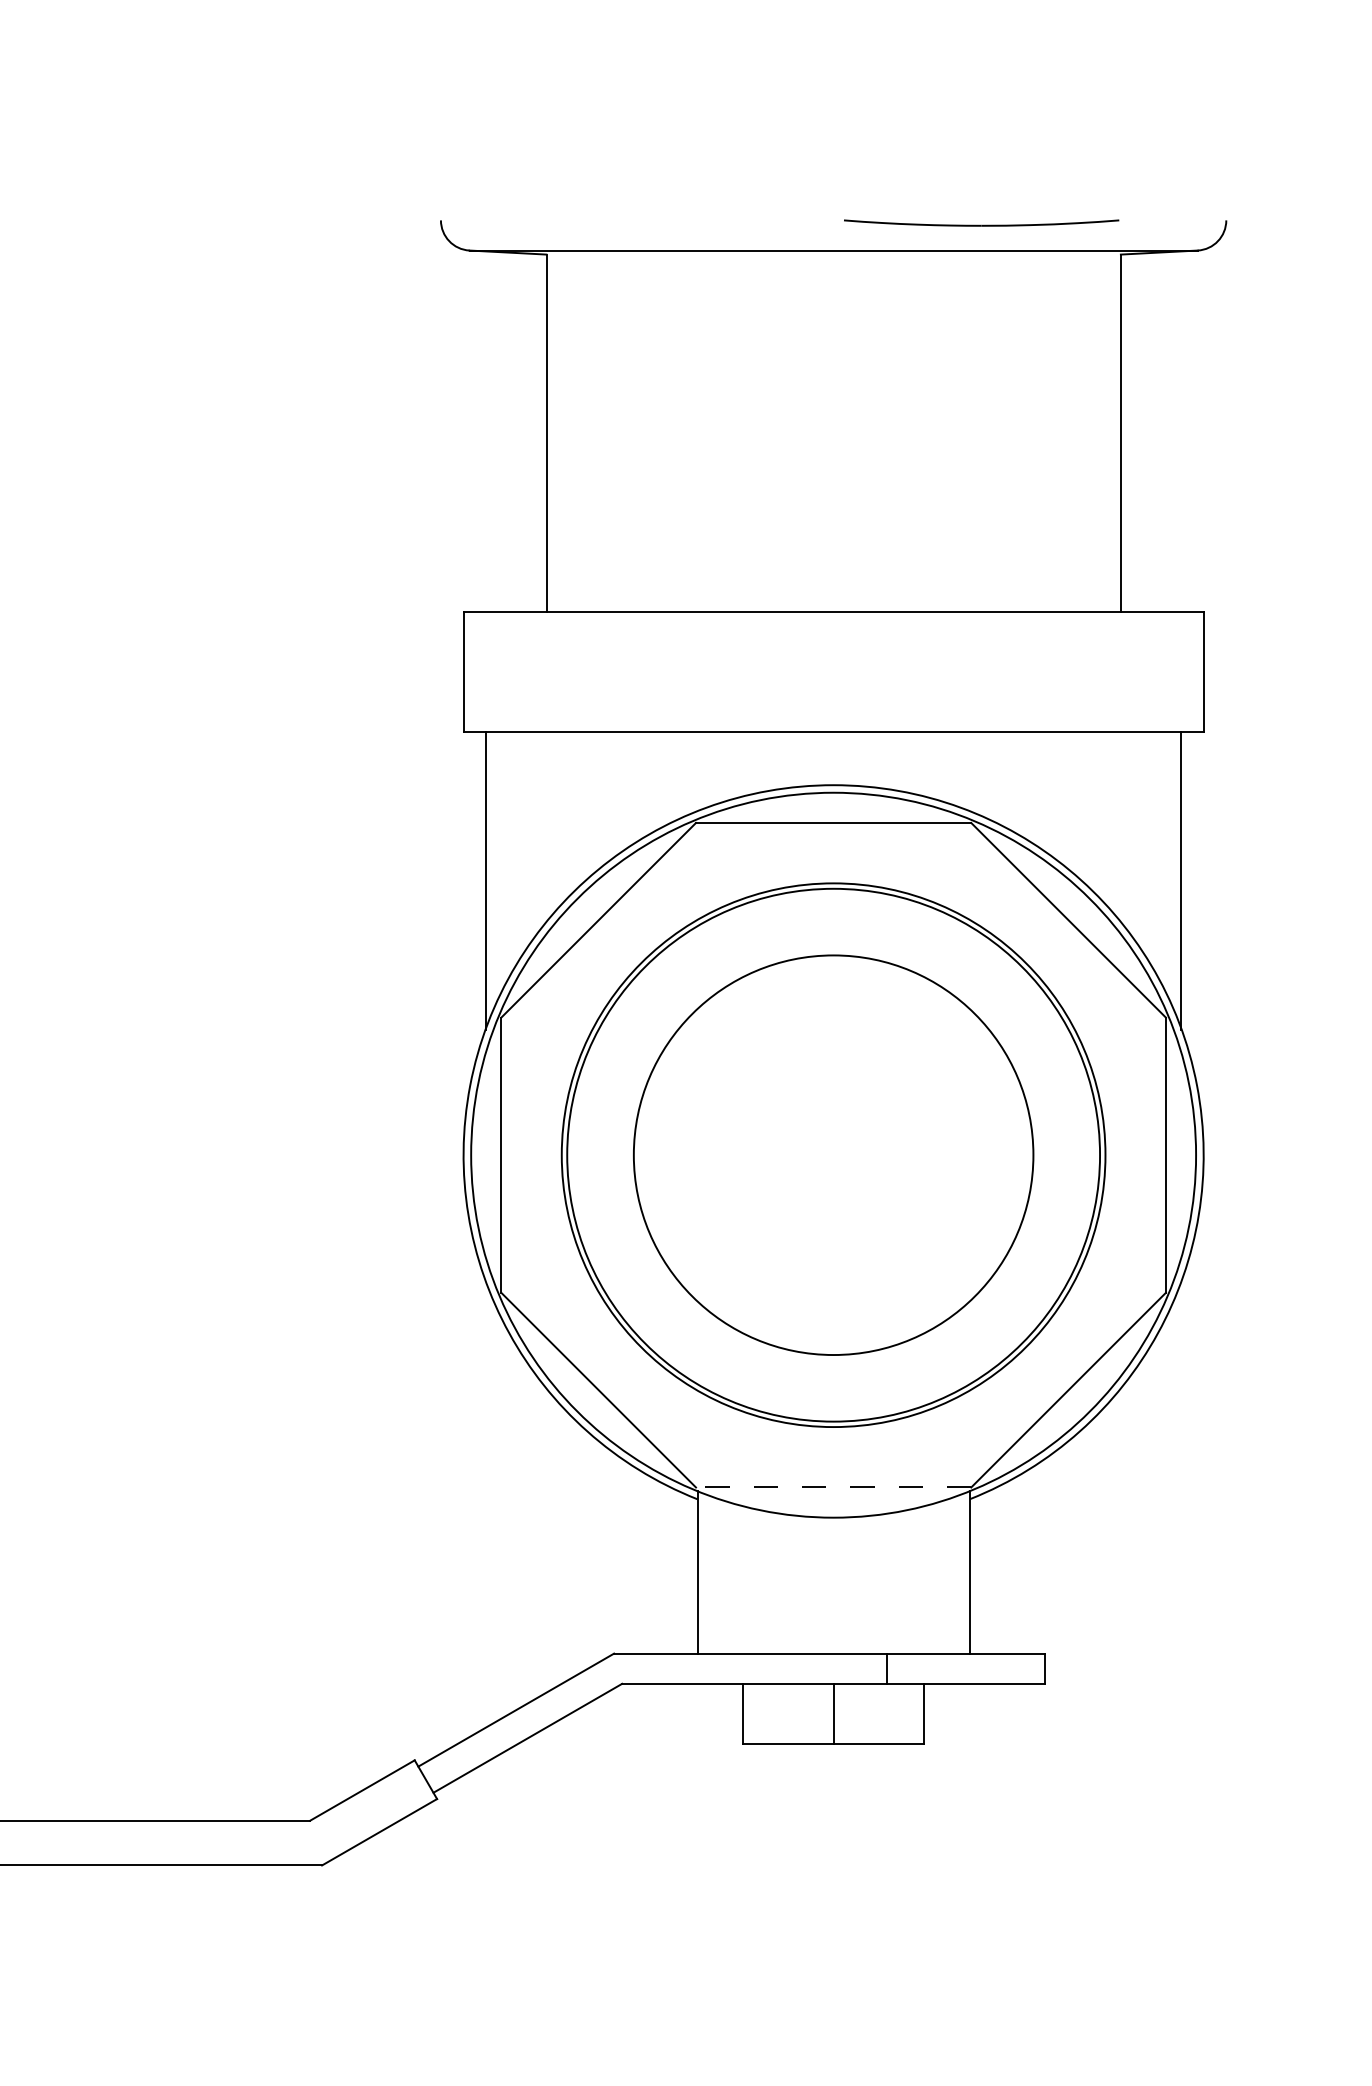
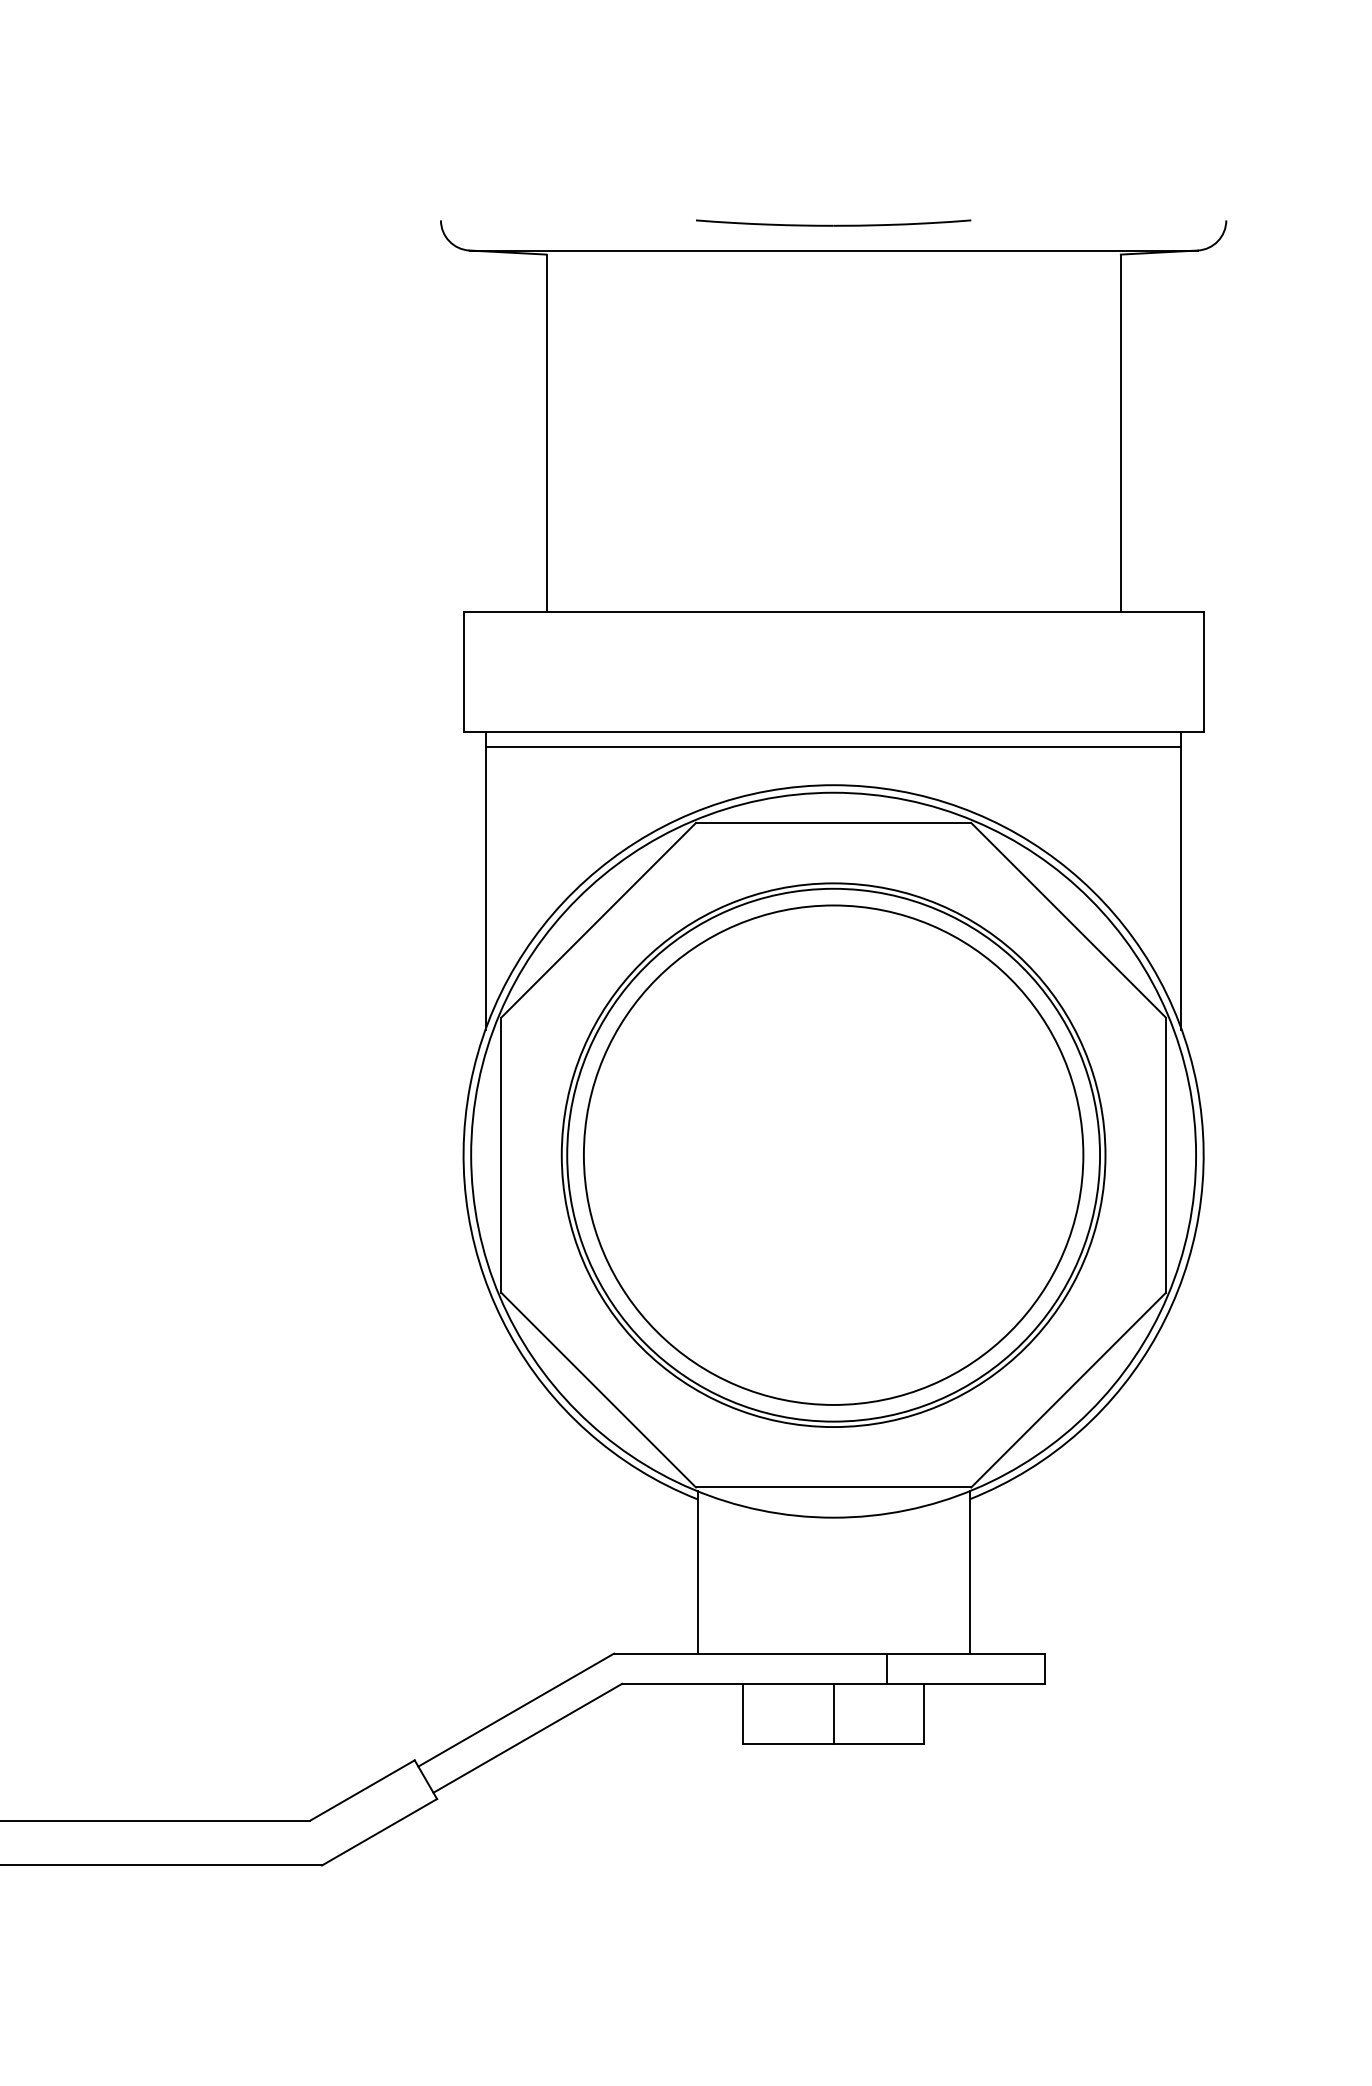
part at (981, 222) position: (981, 222) -> (833, 222)
line at (833, 747): none -> present
circle at (833, 1155) diameter: 400 px -> 499 px
line at (833, 1487): dashed -> solid
